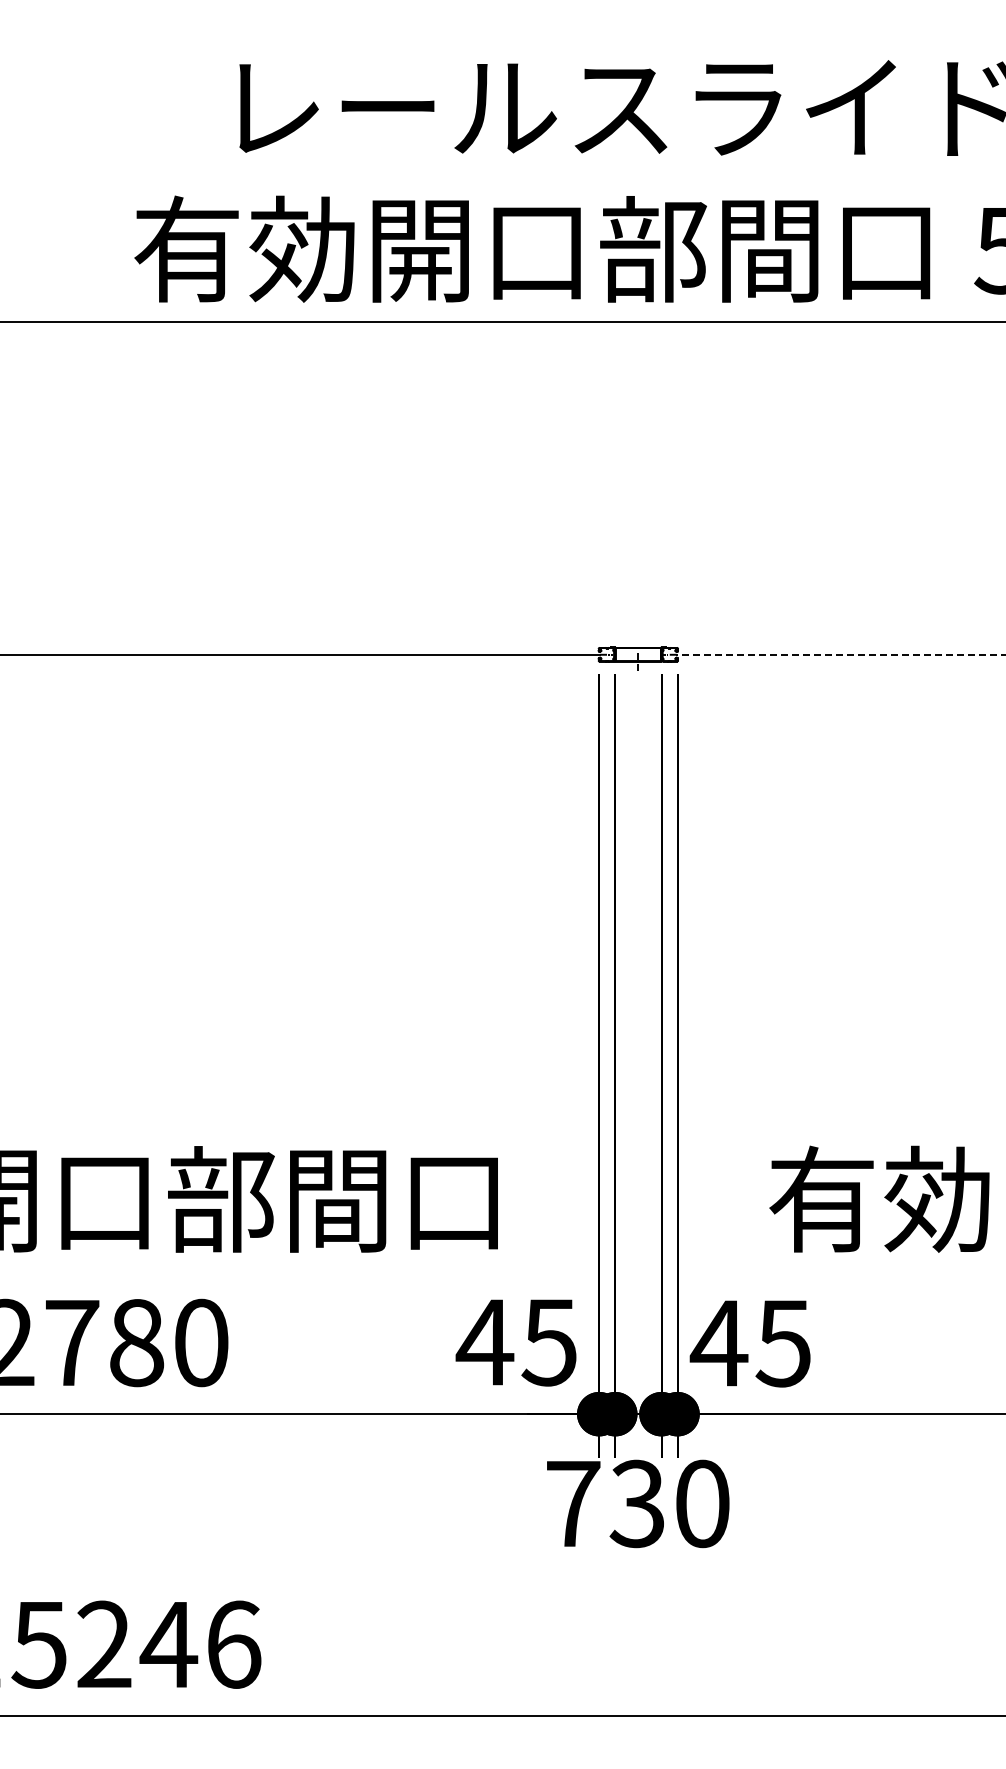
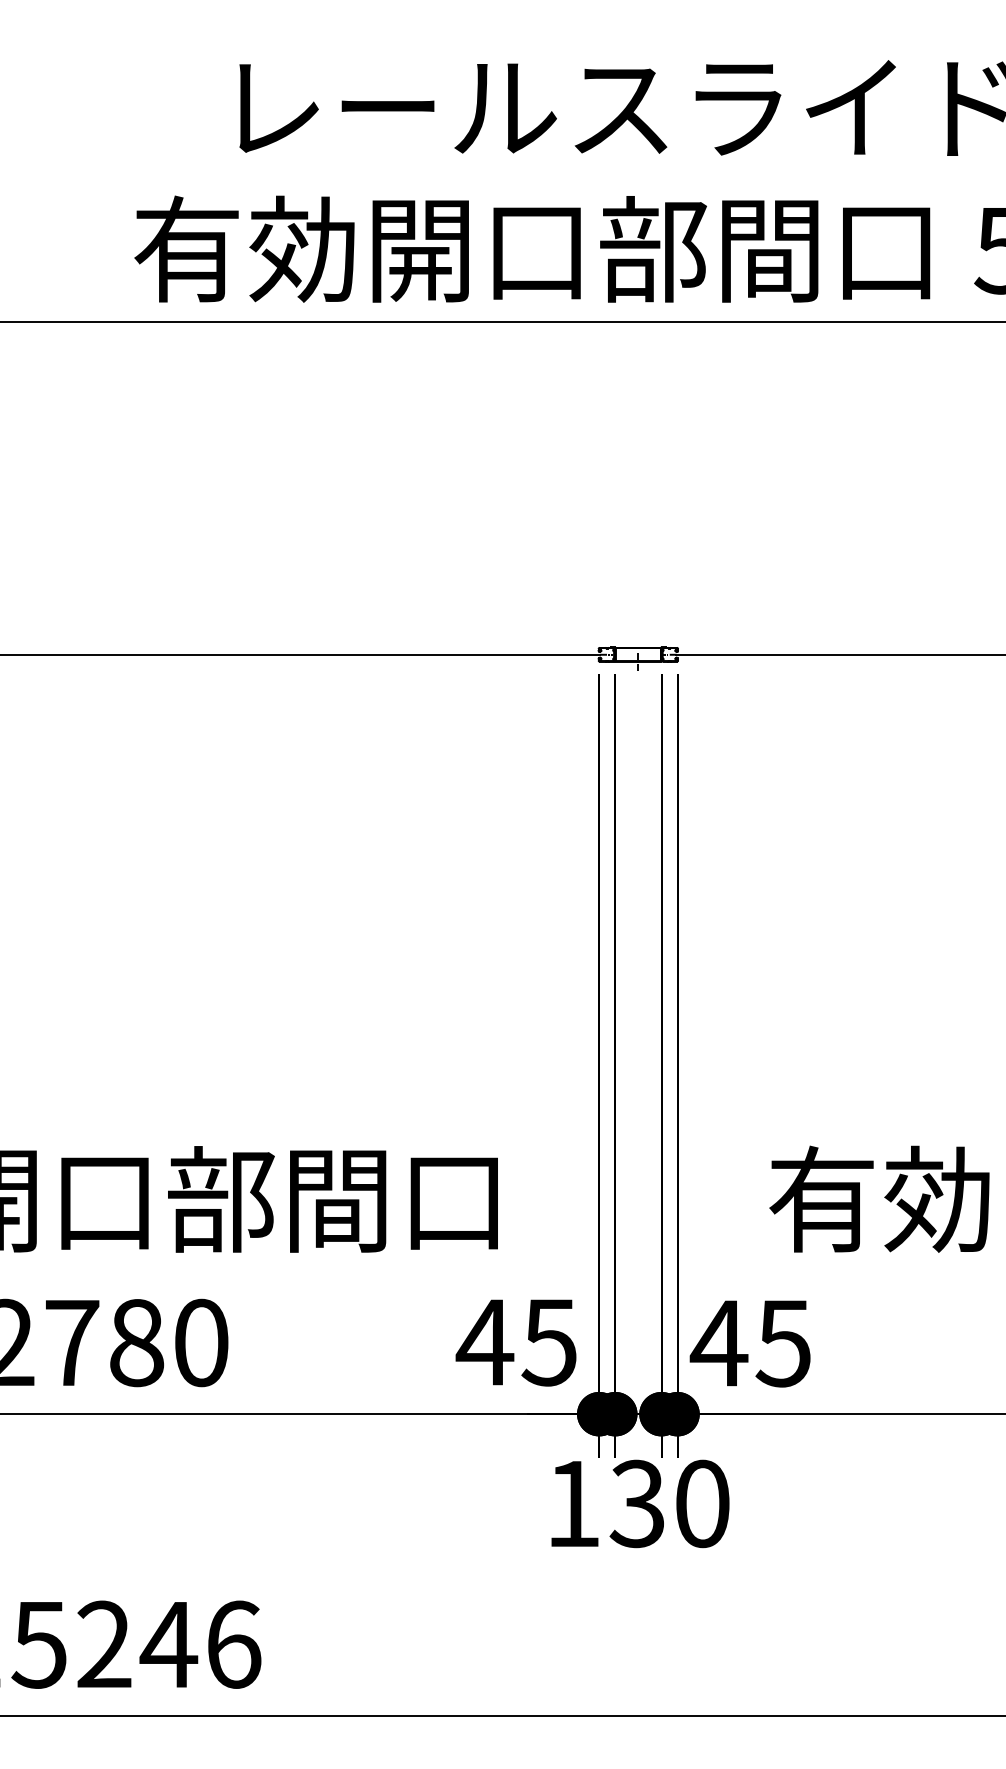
line at (840, 654): dashed -> solid
text at (573, 1503): 730 -> 130
